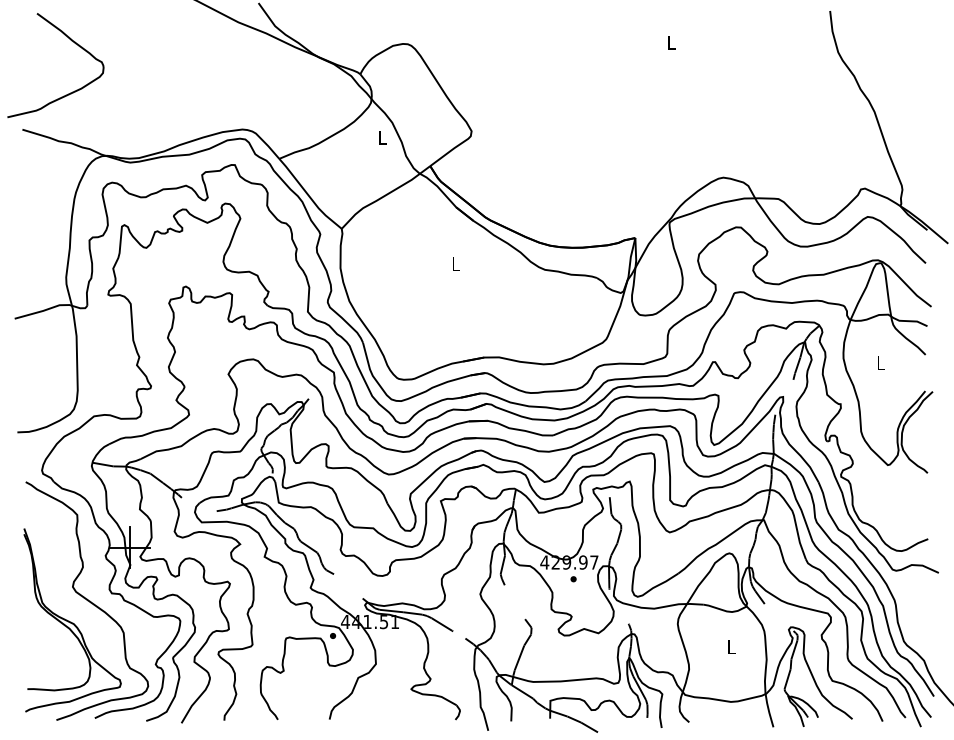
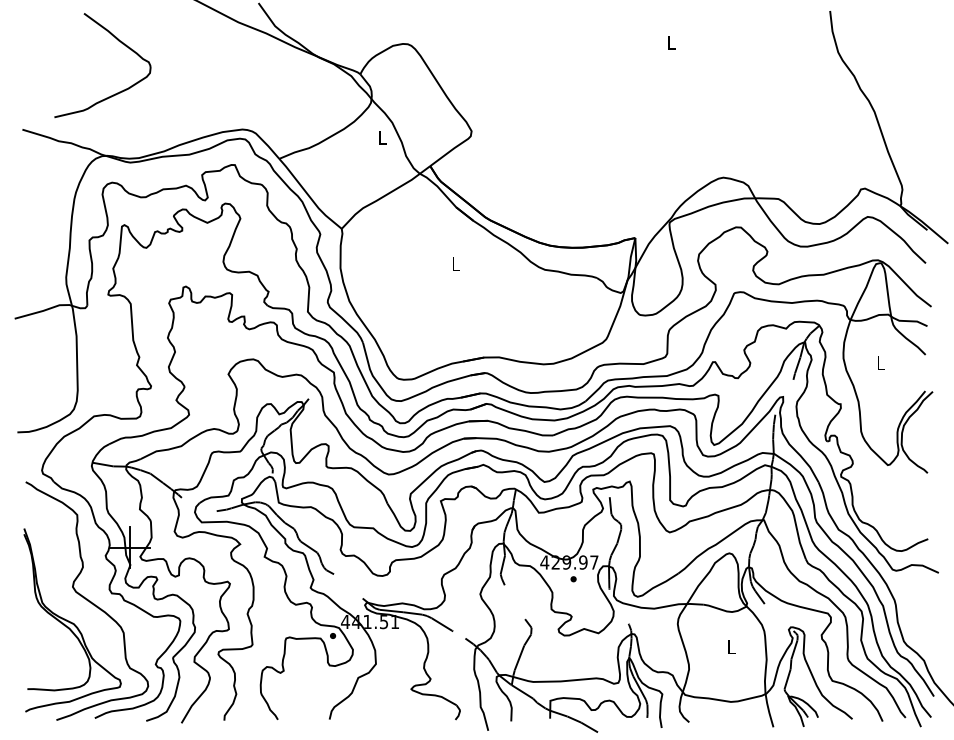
curve at (71, 41) position: (71, 41) -> (118, 41)
